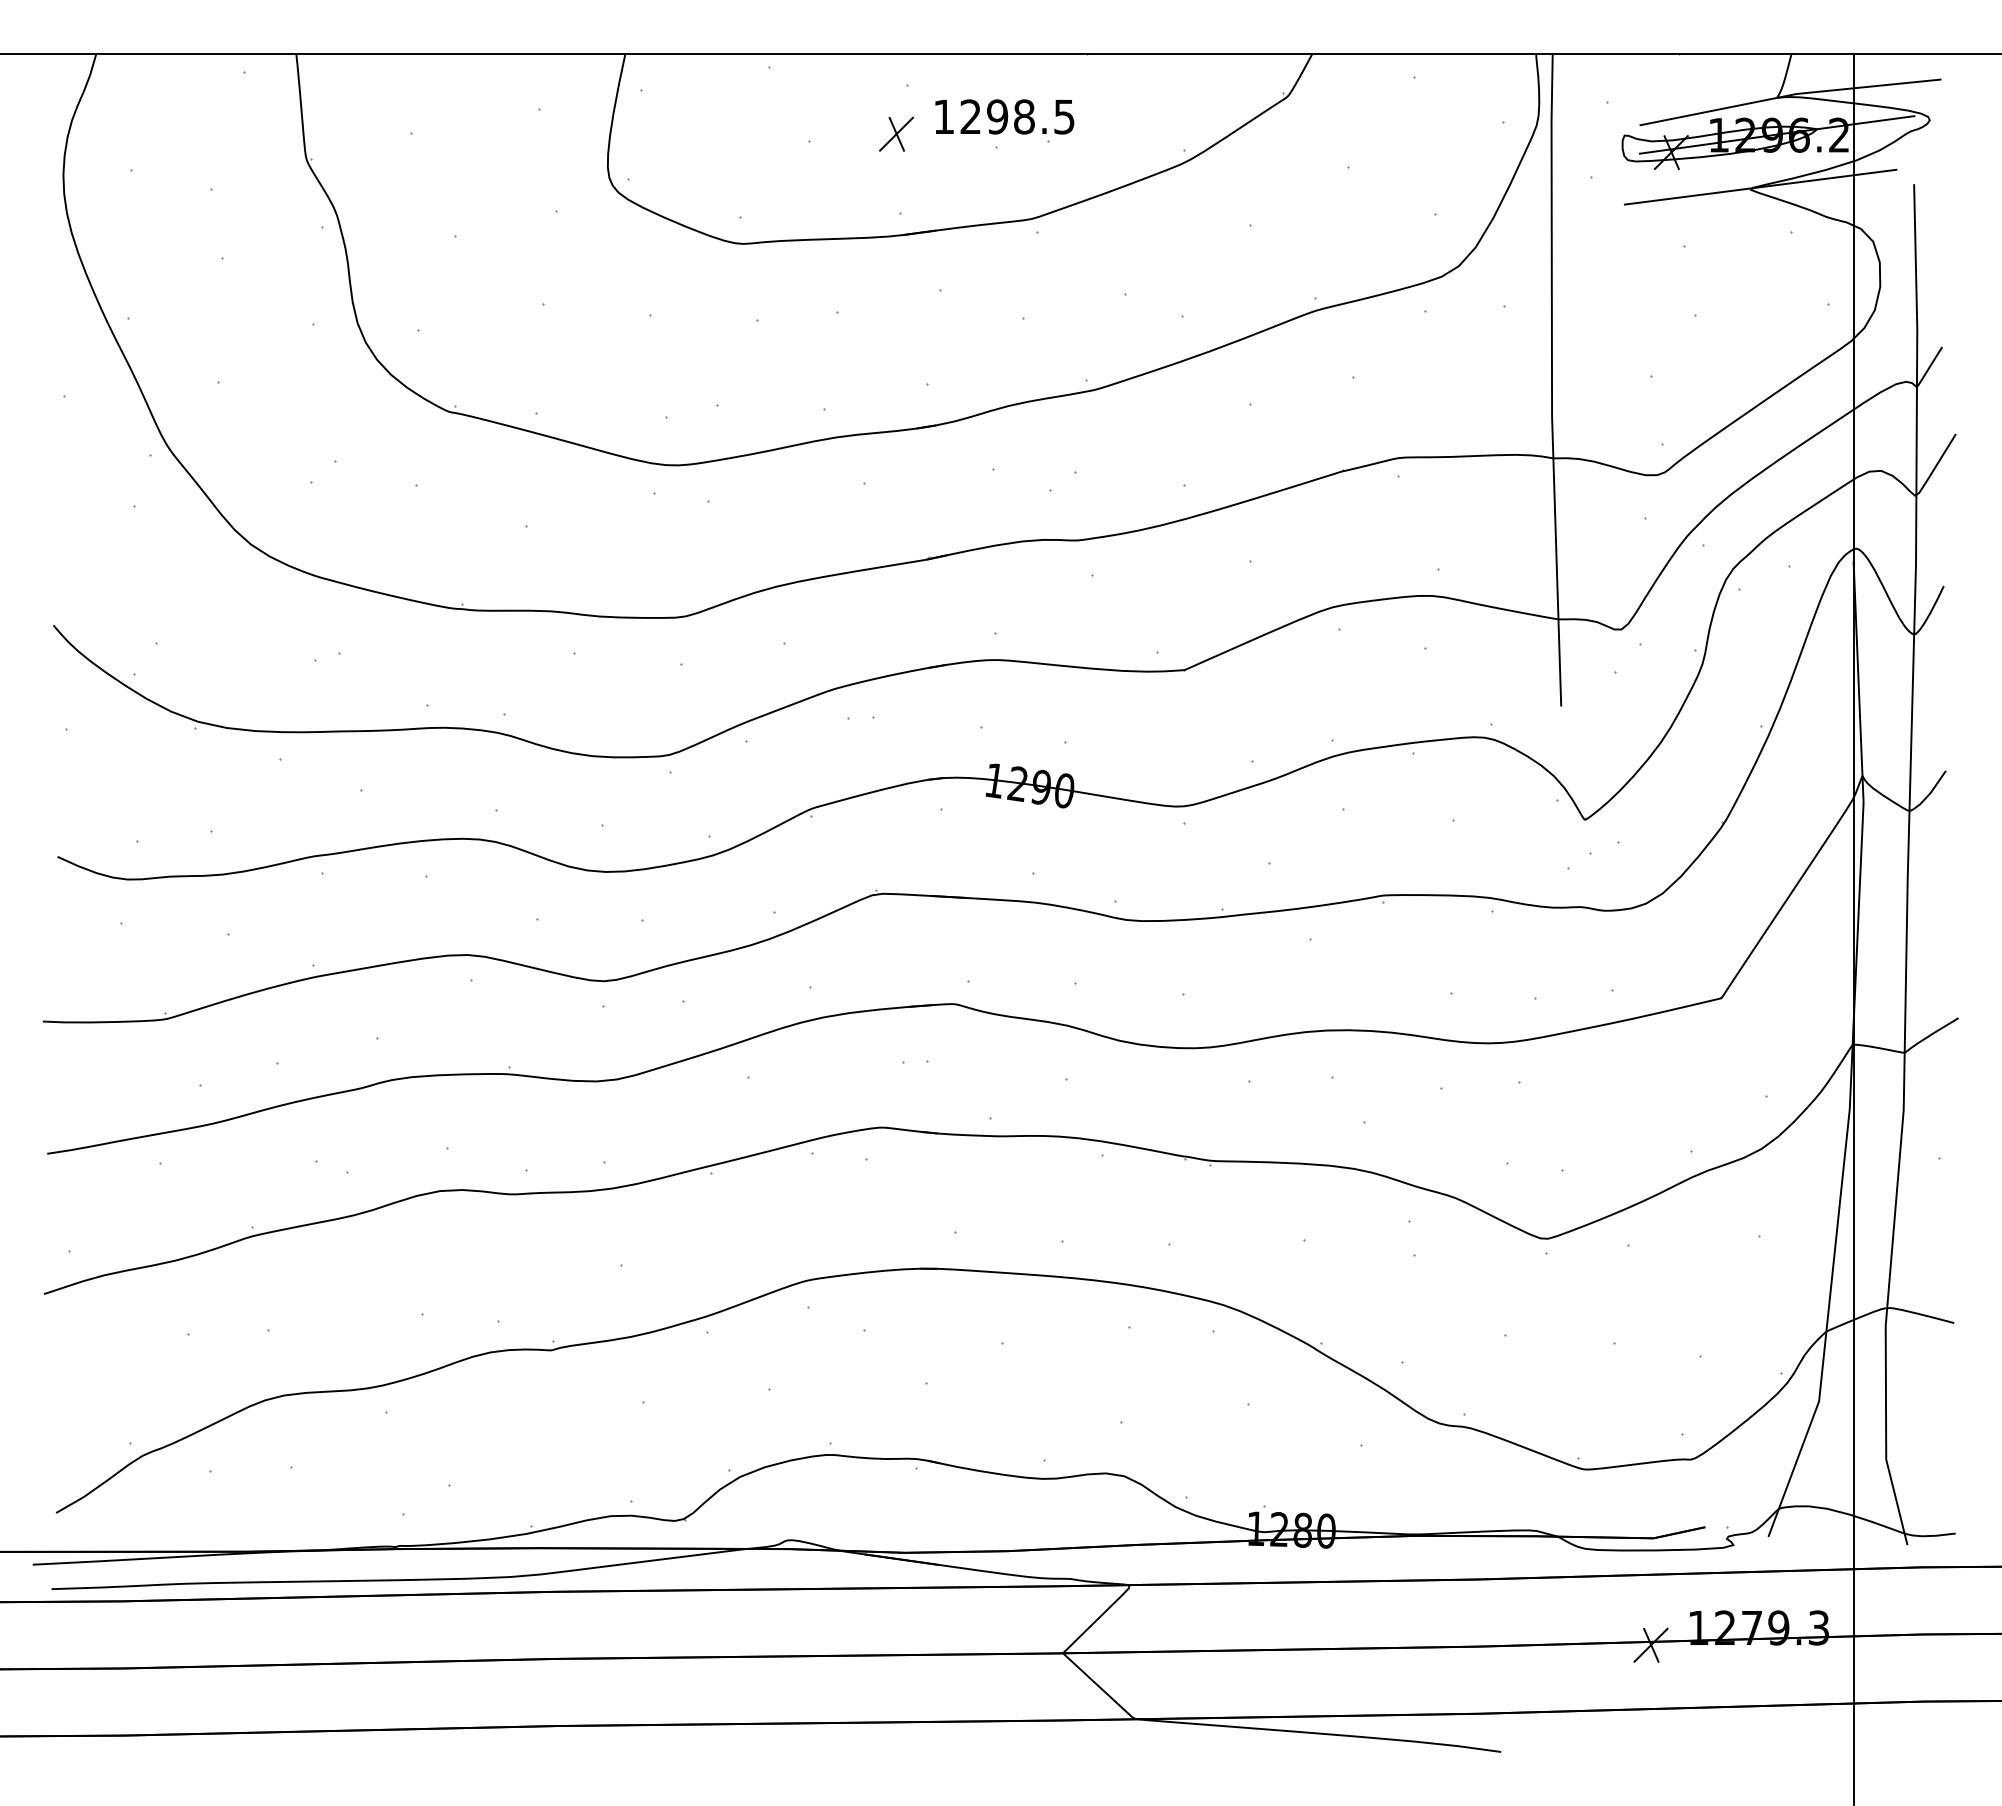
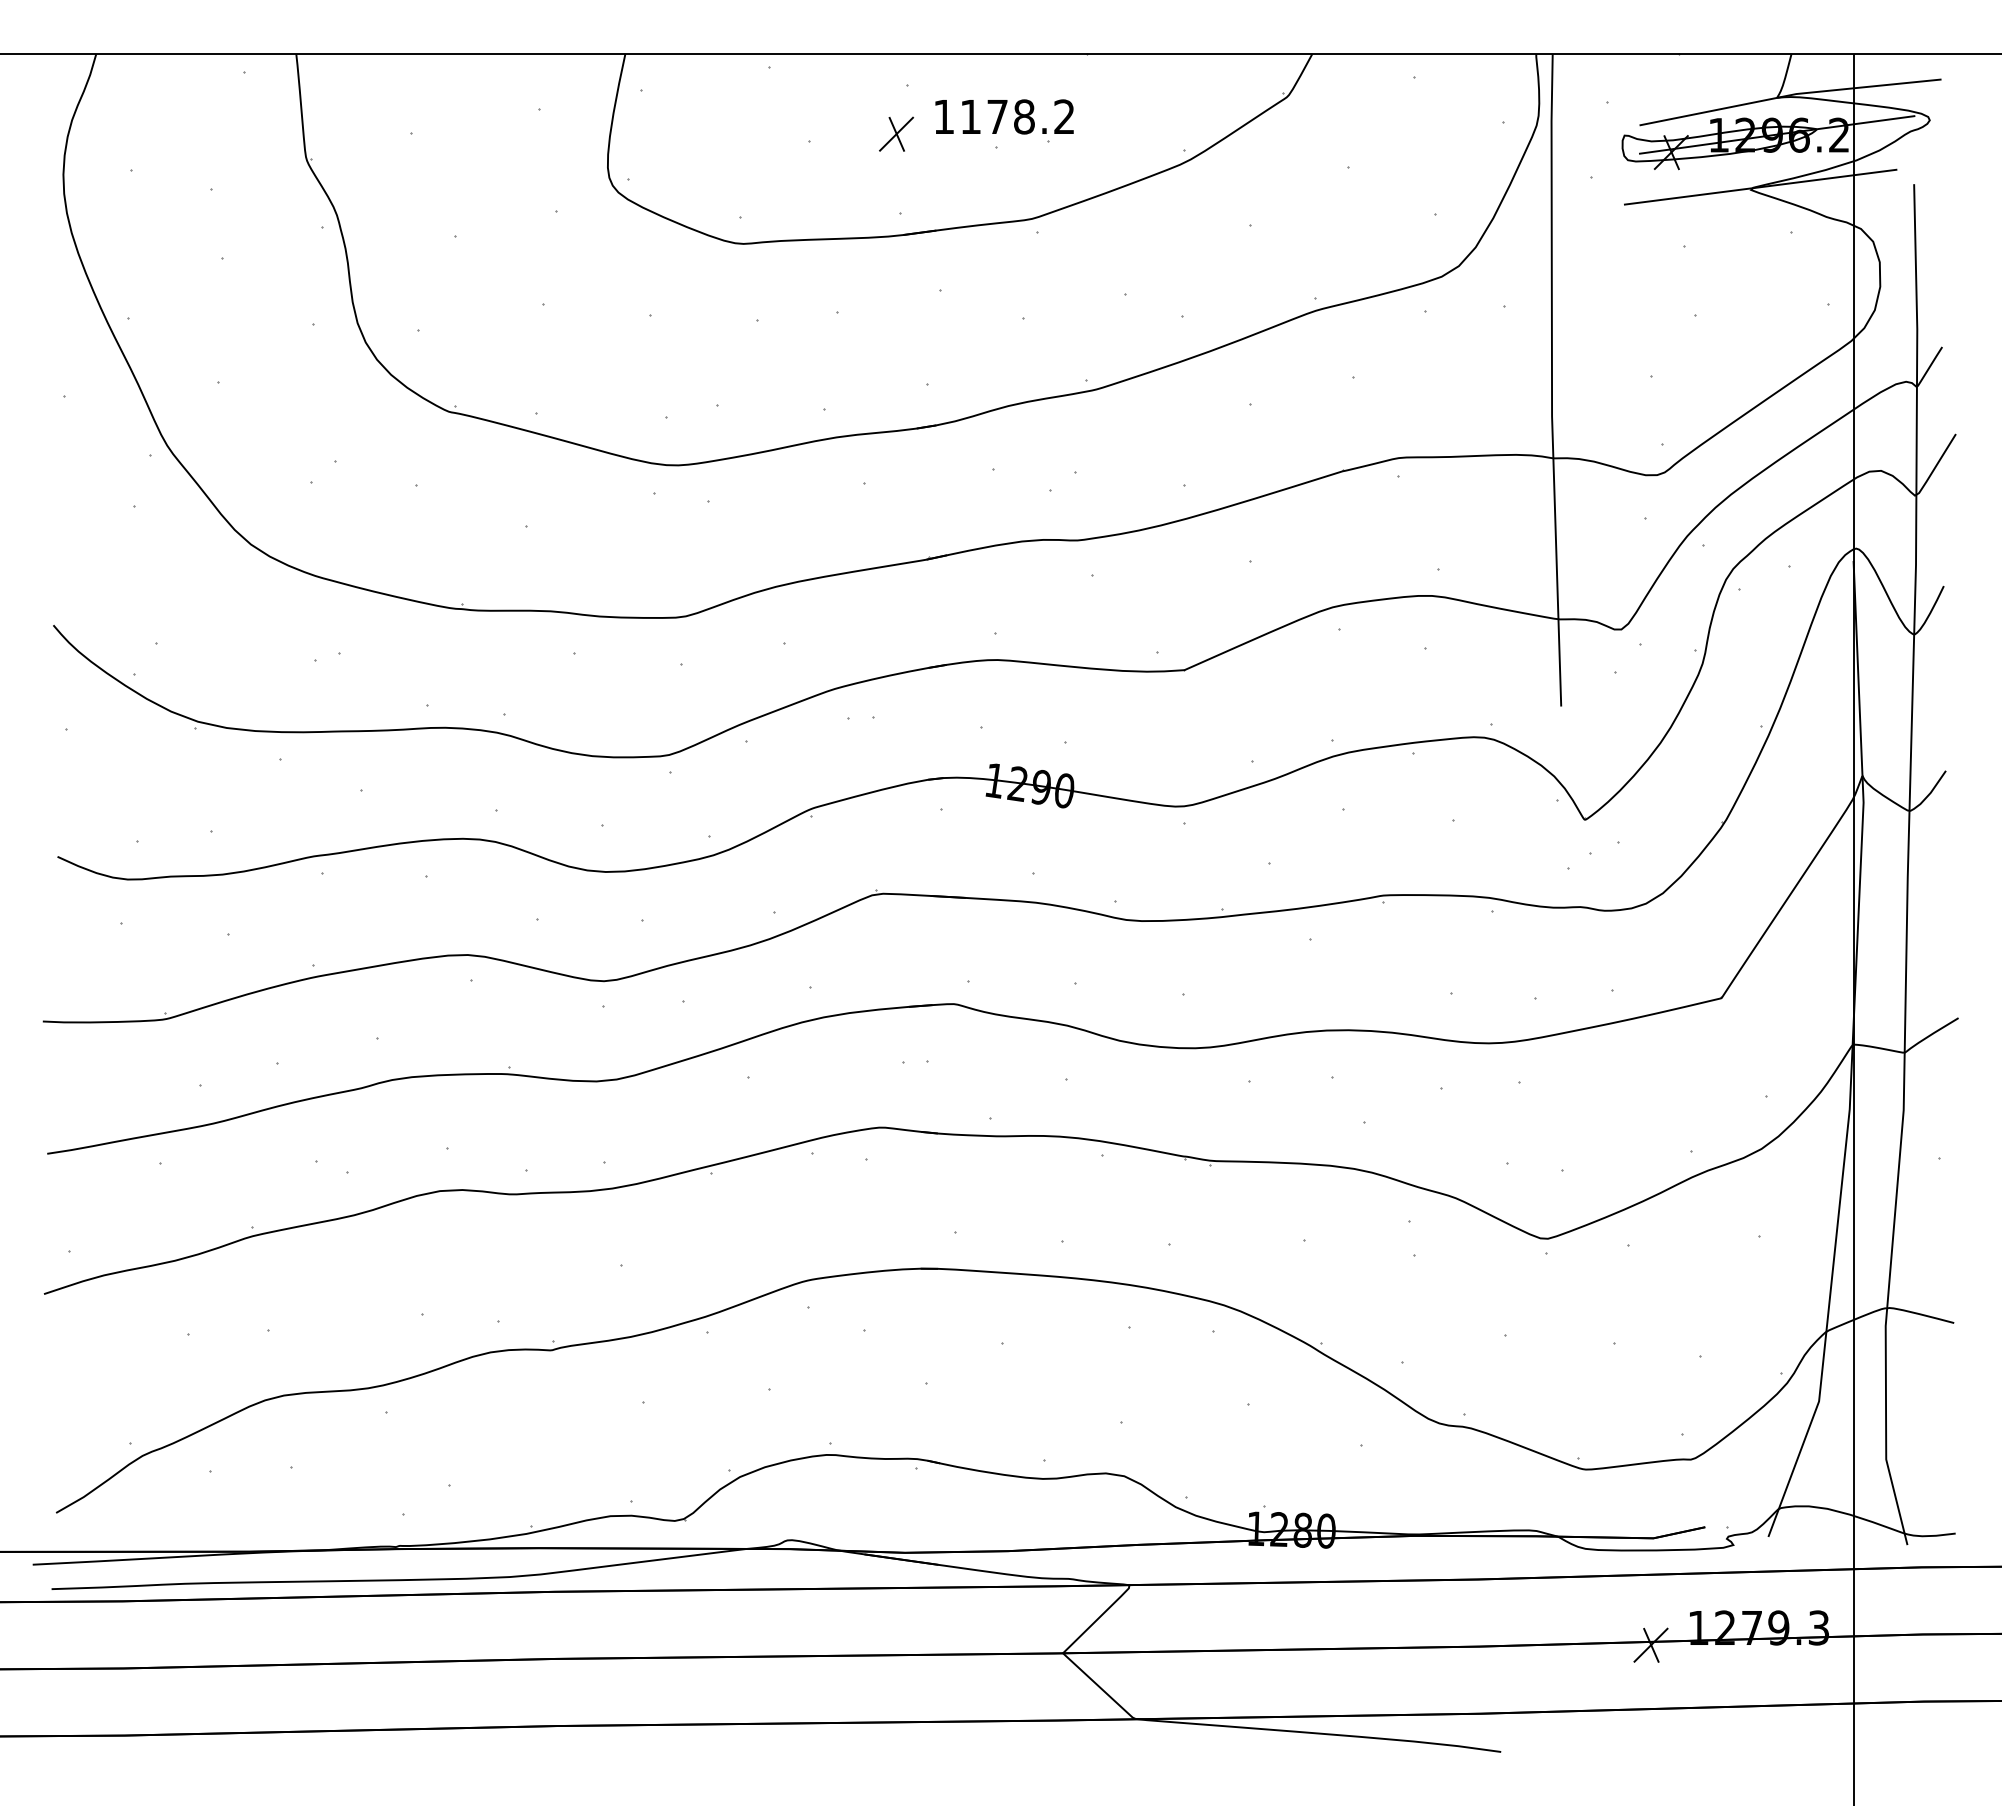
text at (1017, 116): 1298.5 -> 1178.2
